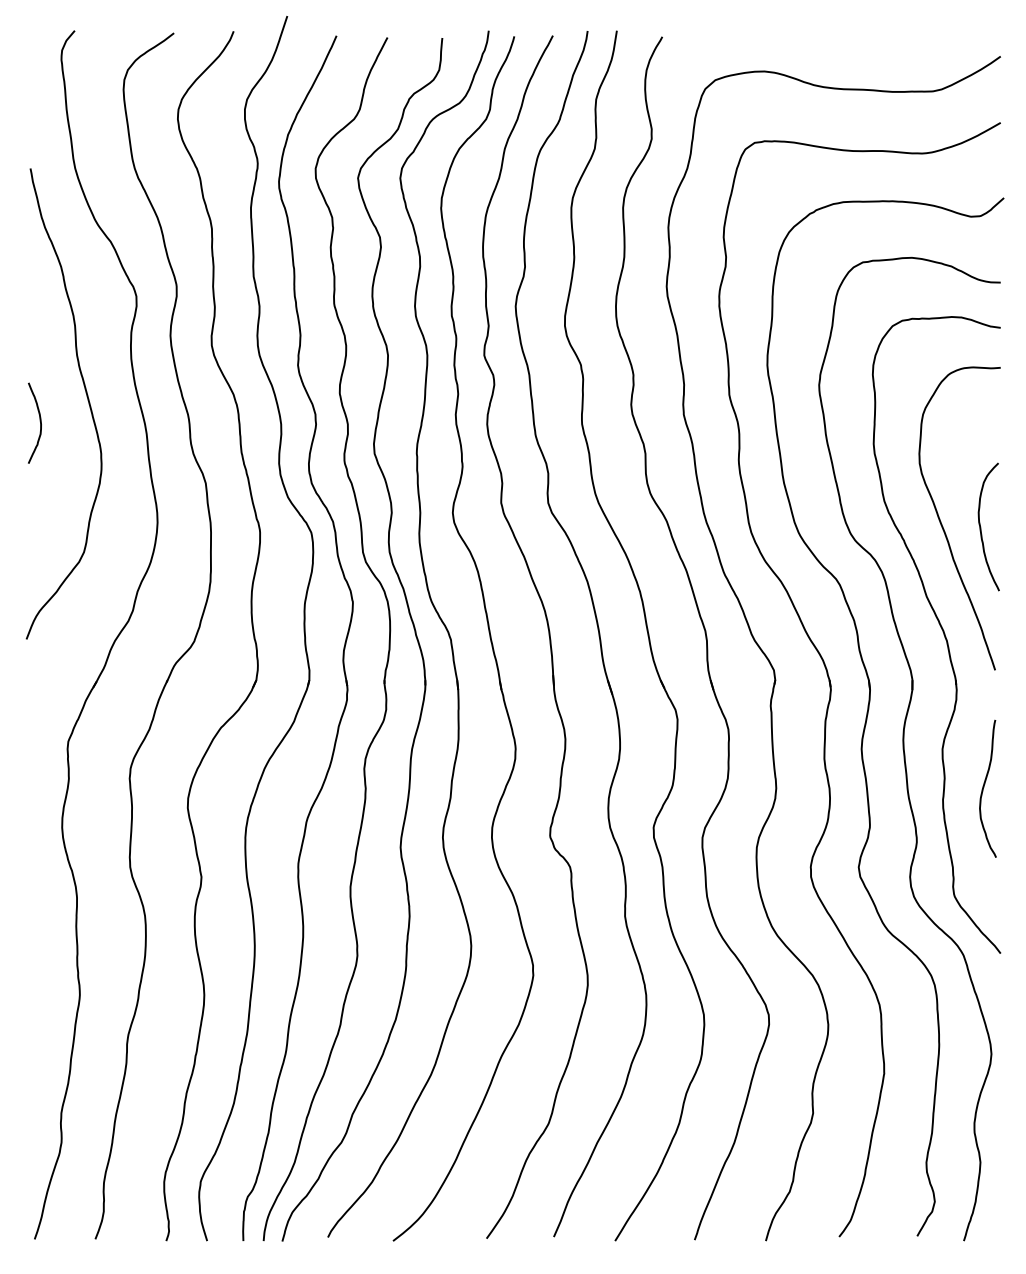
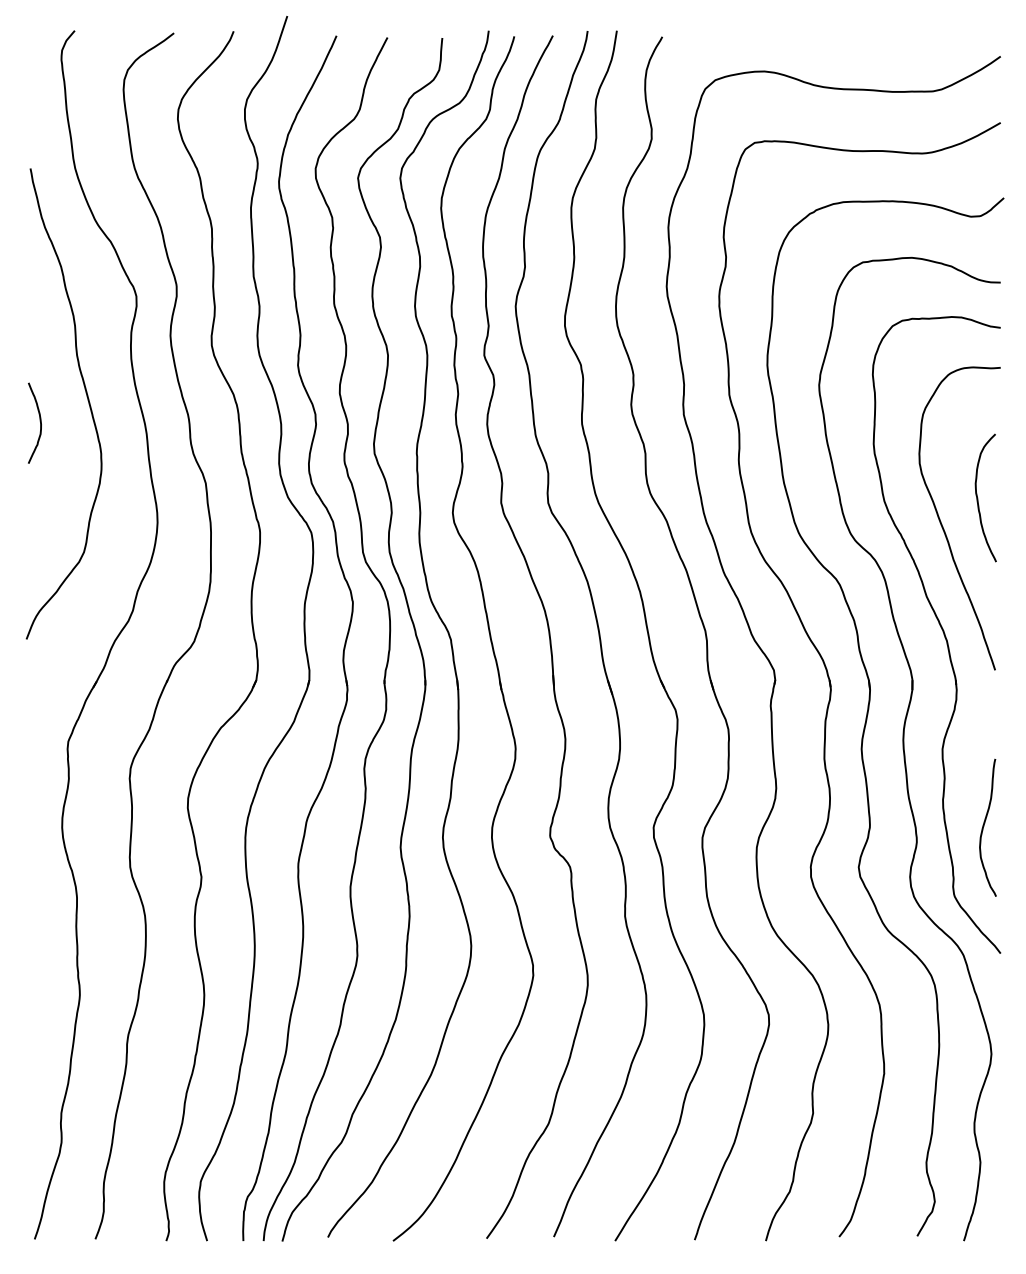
curve at (981, 527) position: (981, 527) -> (978, 498)
curve at (984, 787) position: (984, 787) -> (984, 826)
